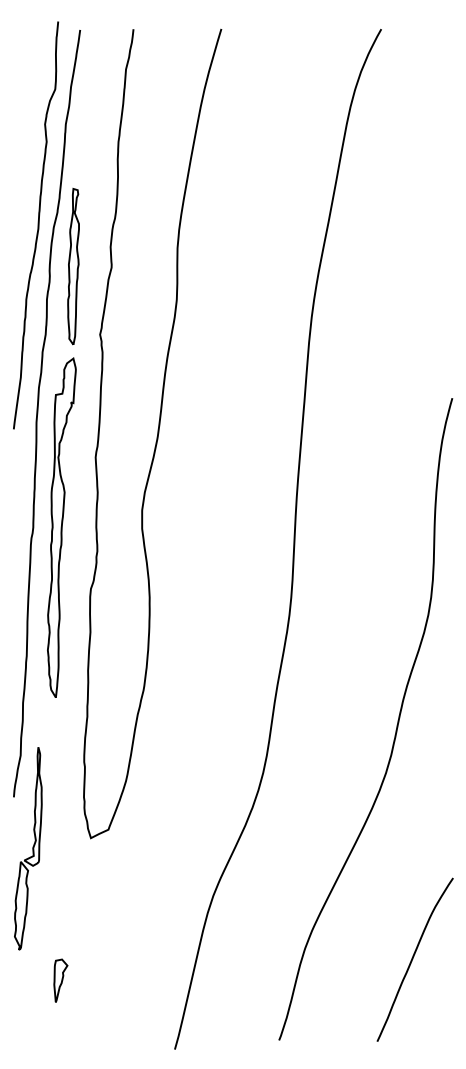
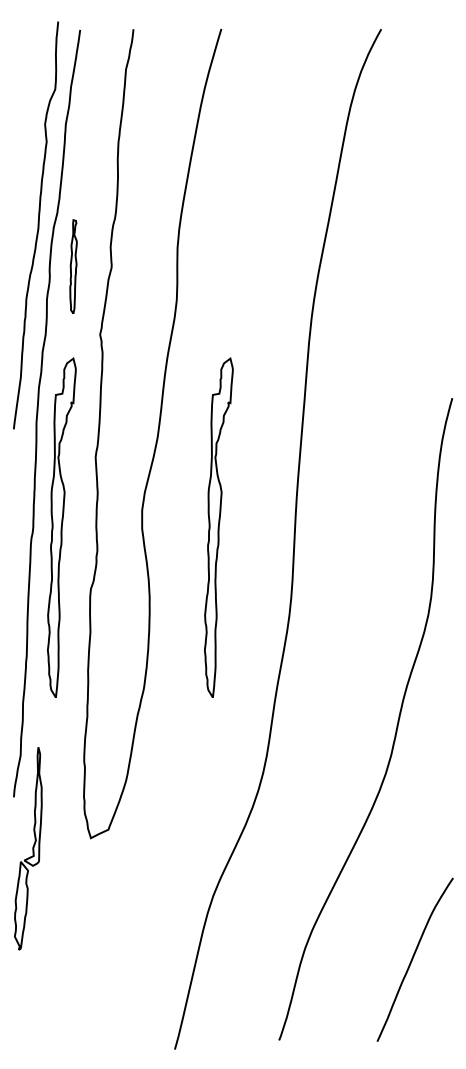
part at (73, 266) size: 13x158 px -> 9x95 px
part at (218, 527): none -> present
part at (60, 980): present -> none
